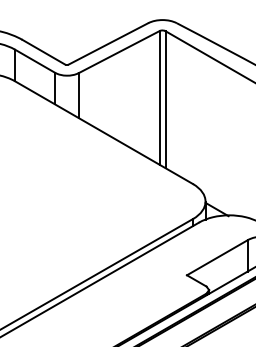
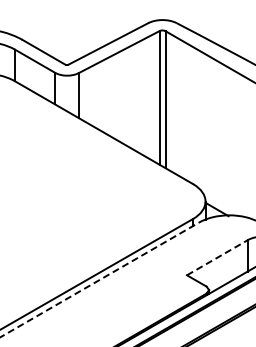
line at (217, 257): solid -> dashed
line at (99, 280): solid -> dashed
